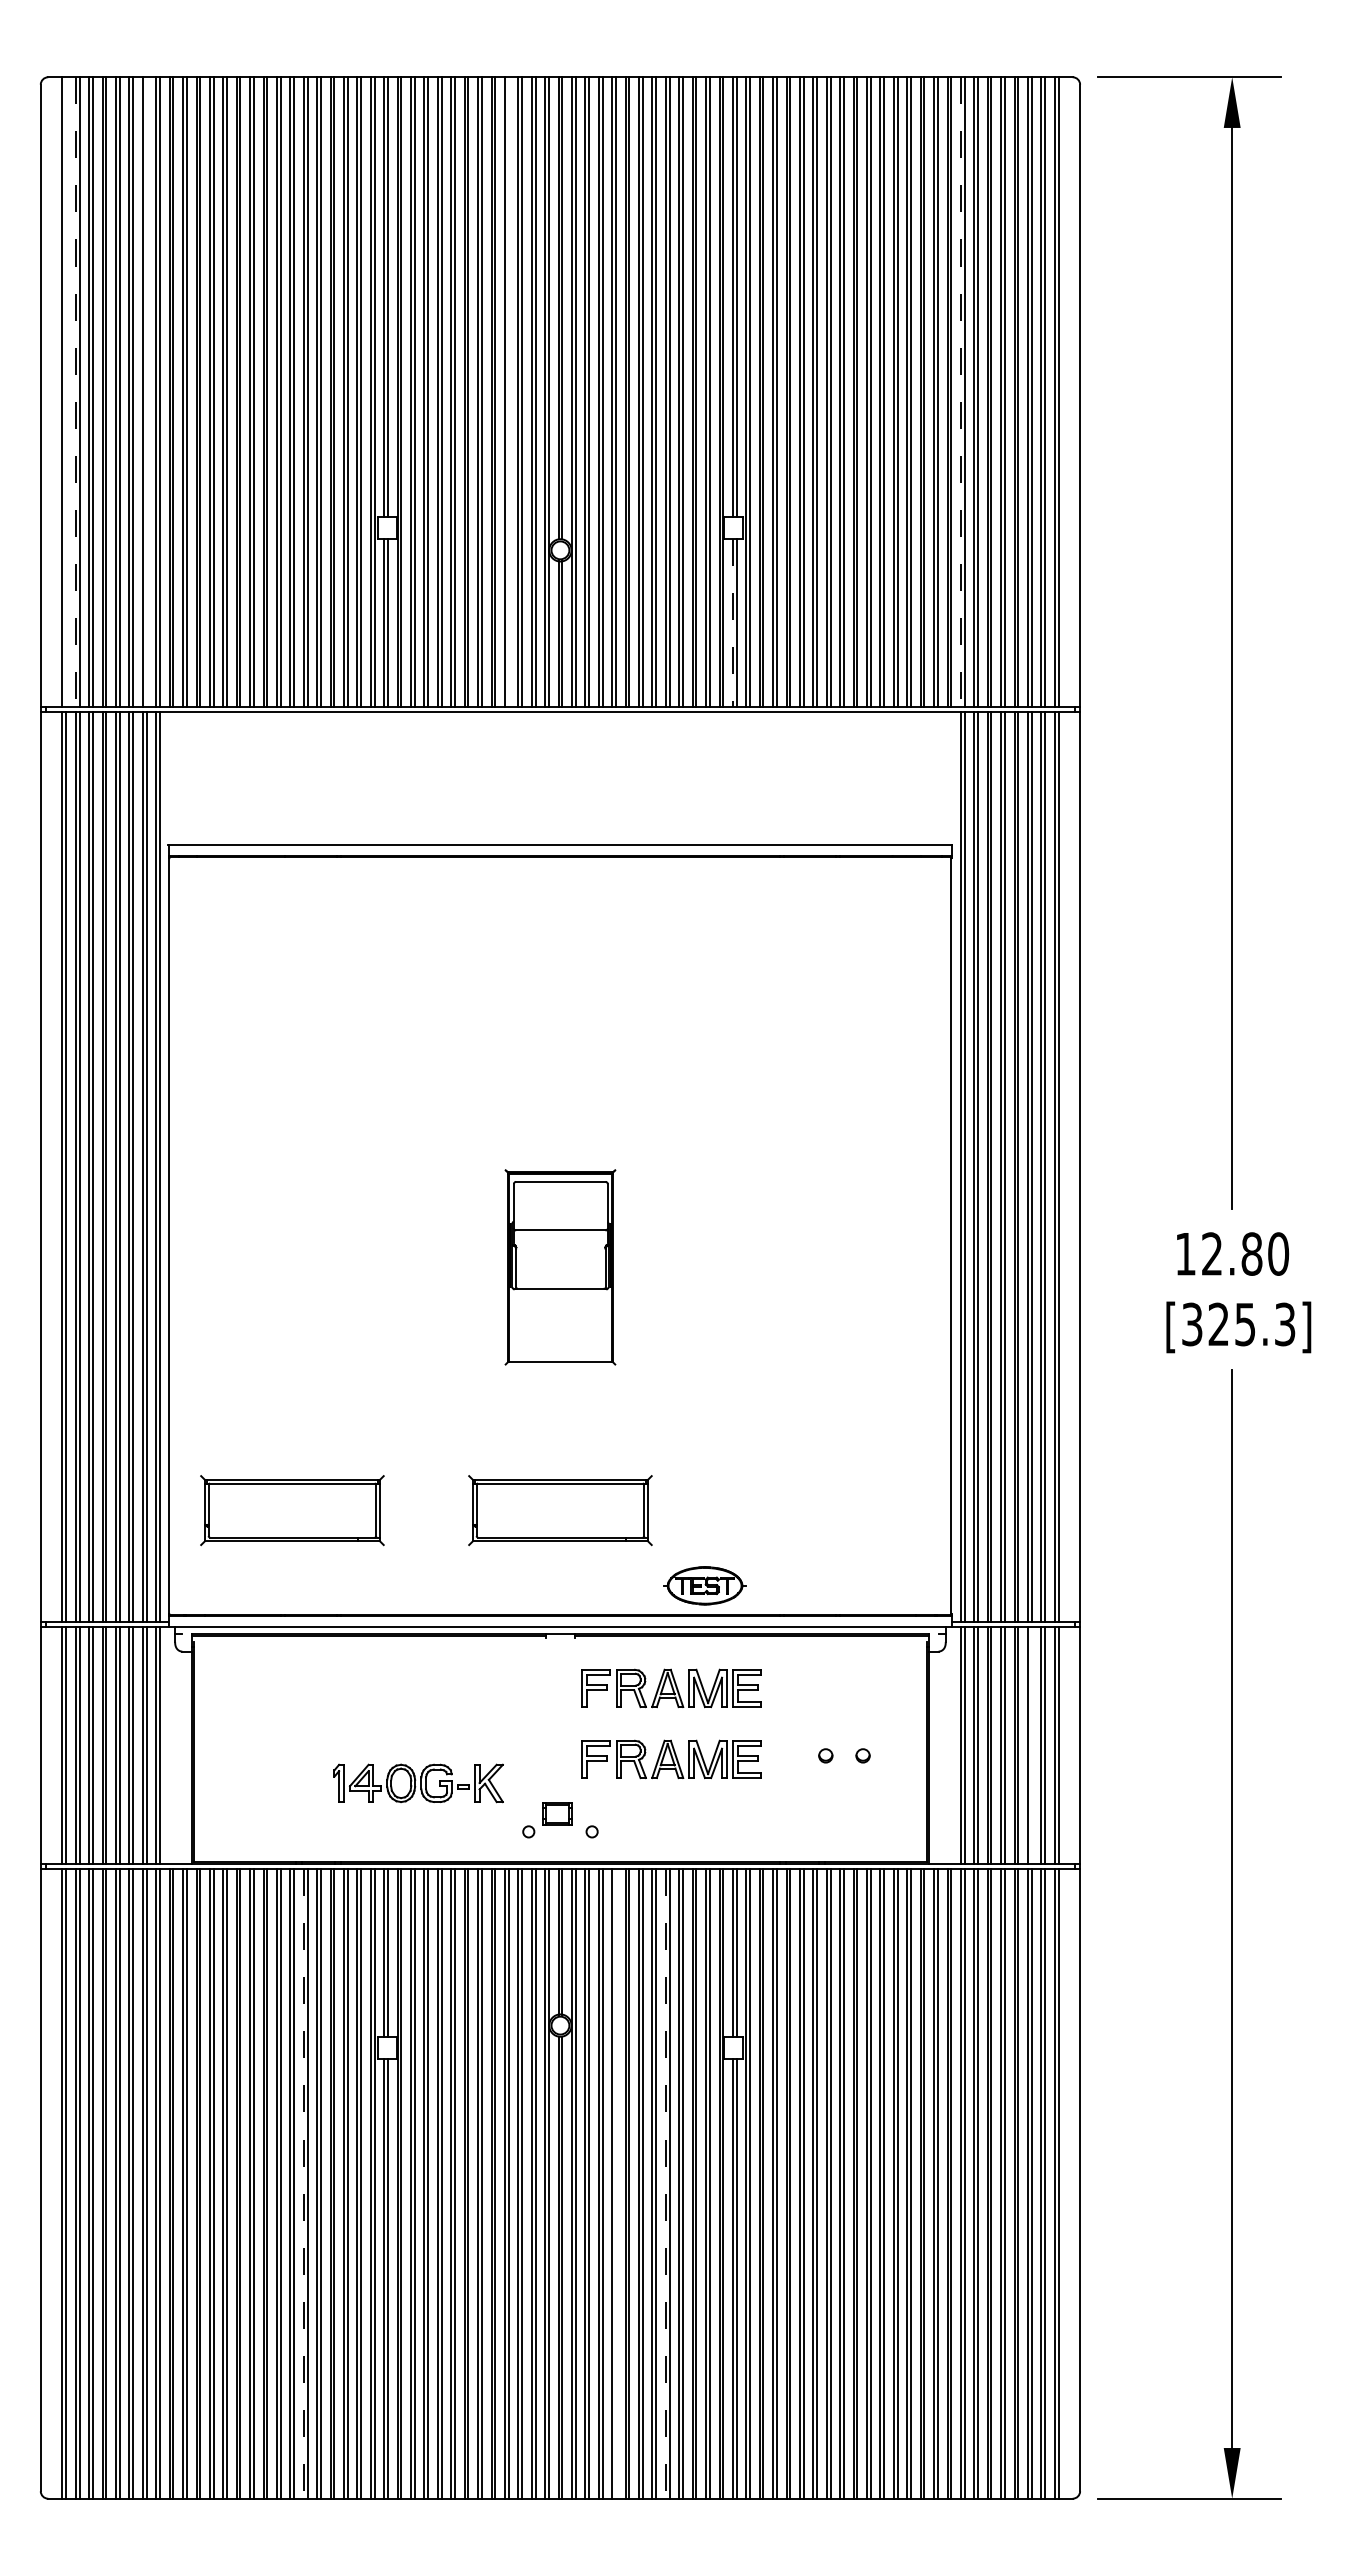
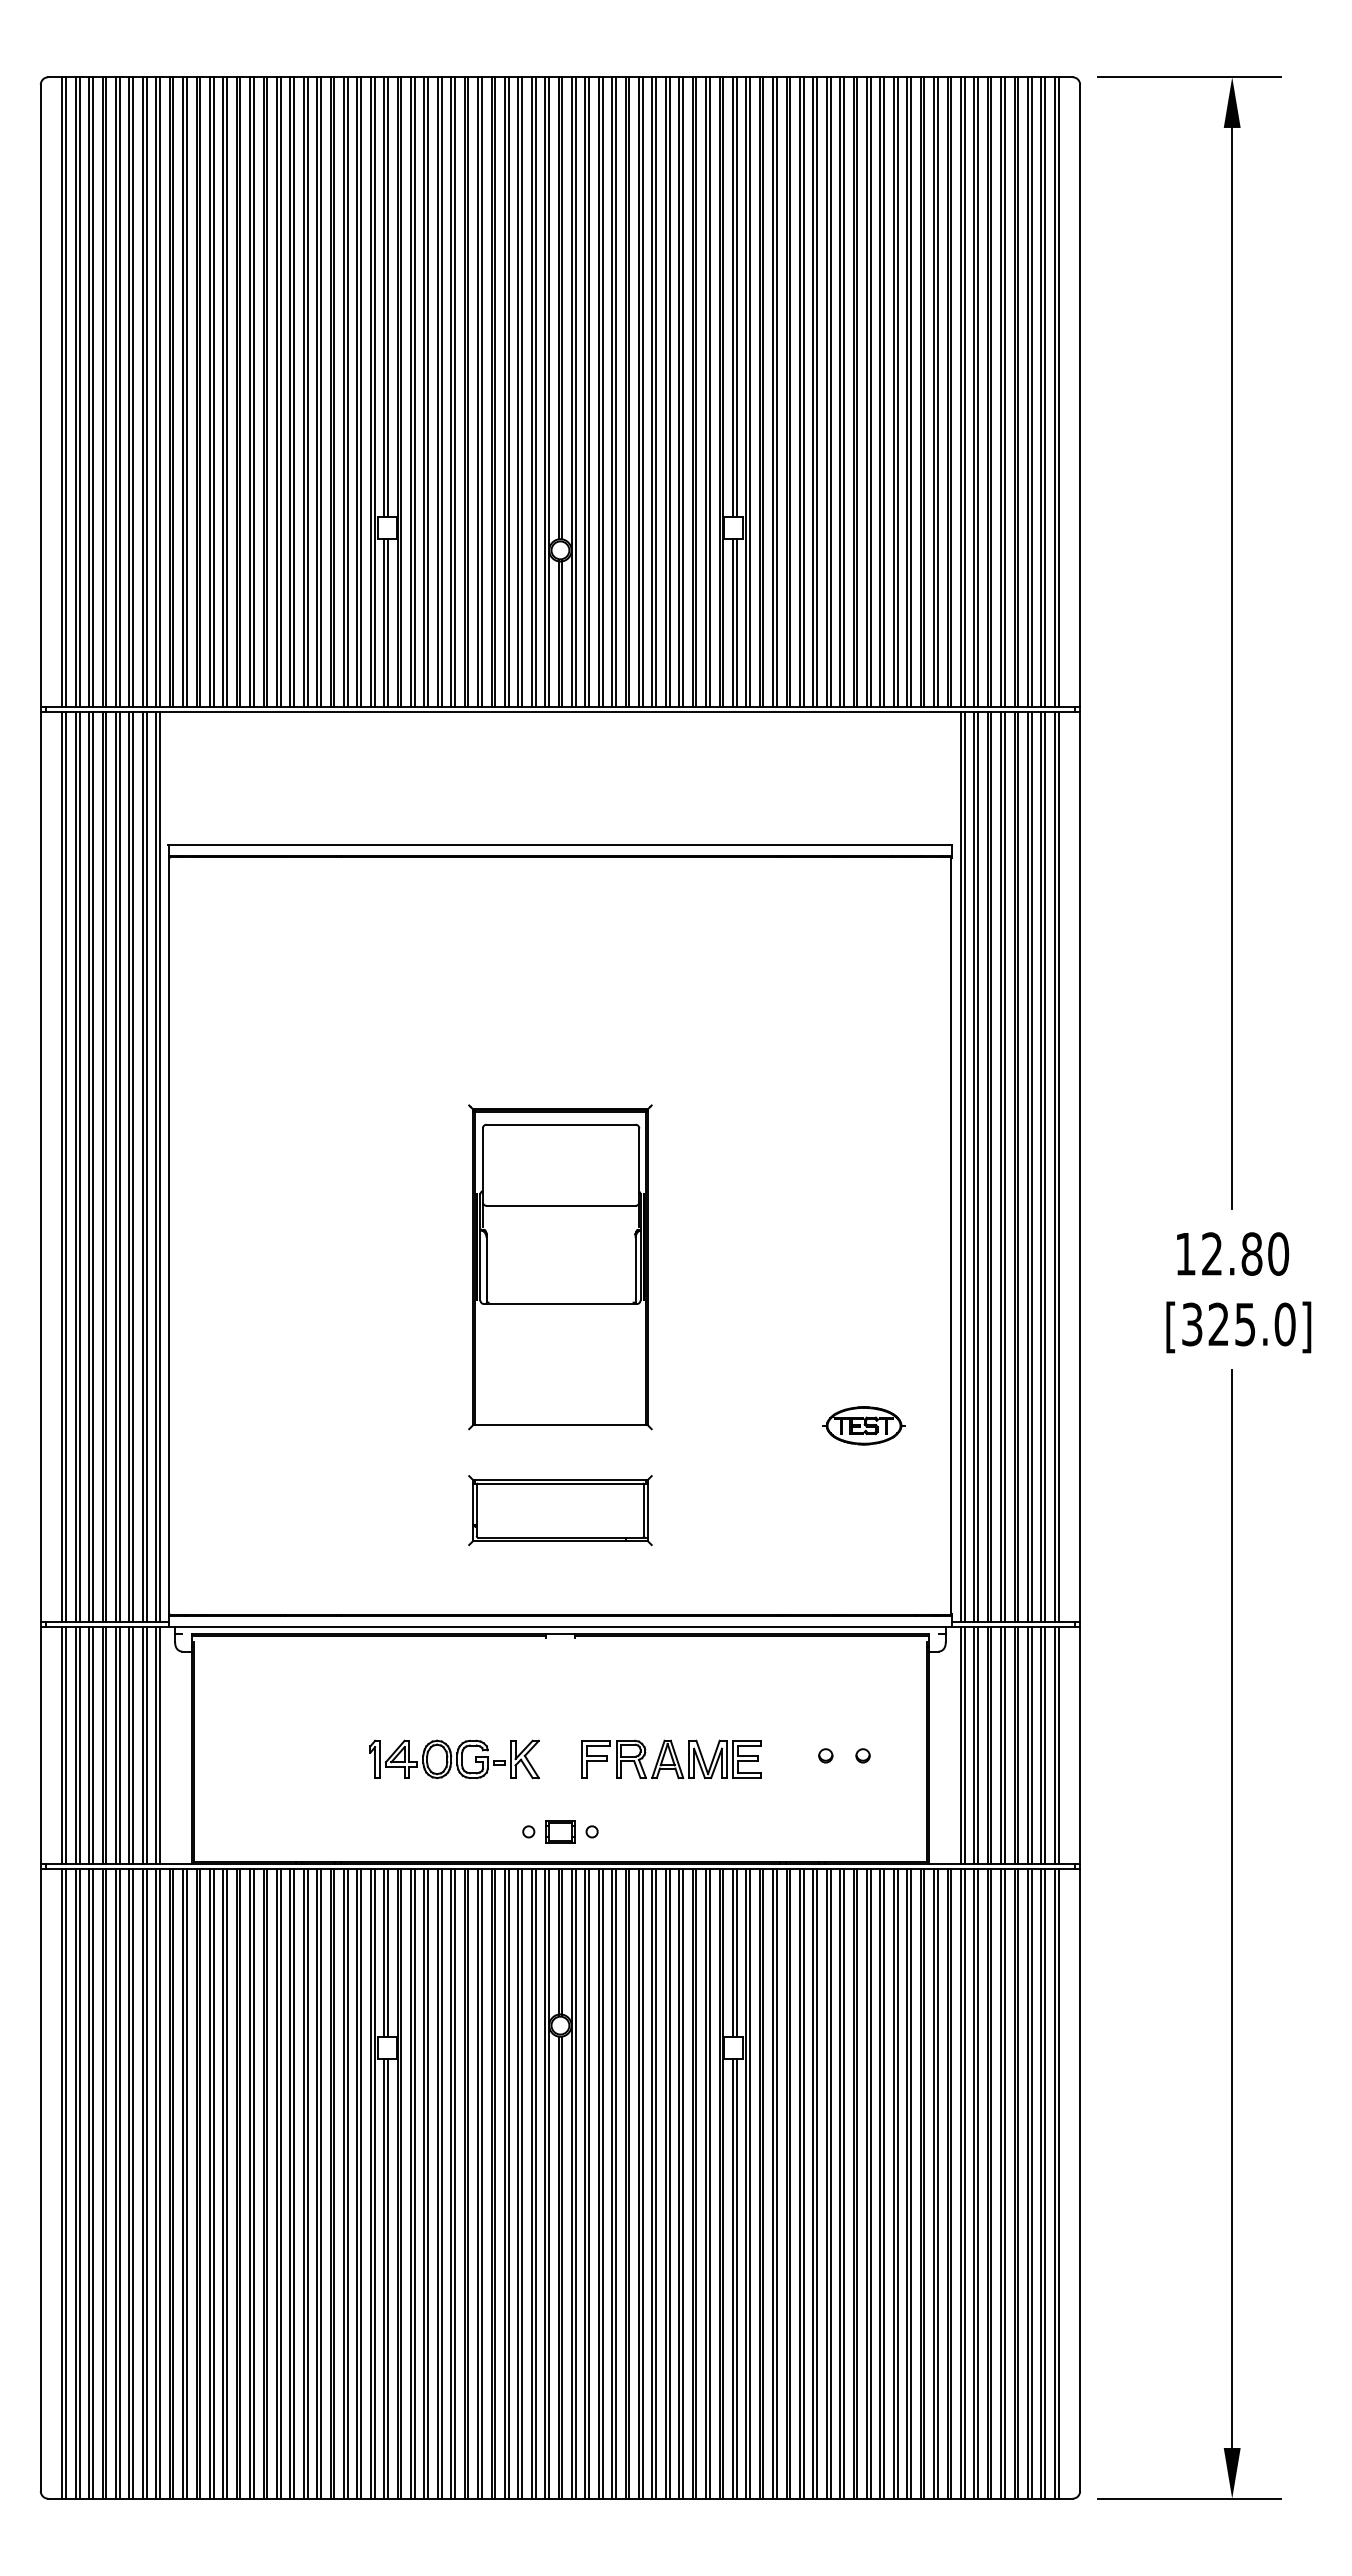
line at (66, 391): none -> present
line at (146, 391): none -> present
line at (508, 391): none -> present
line at (75, 392): dashed -> solid
line at (960, 392): dashed -> solid
line at (732, 623): dashed -> solid
part at (560, 1267) size: 113x197 px -> 185x327 px
text at (1284, 1324): [325.3] -> [325.0]
part at (292, 1510): present -> none
part at (704, 1585) position: (704, 1585) -> (863, 1425)
part at (671, 1688): present -> none
line at (1031, 1745): none -> present
part at (418, 1783) position: (418, 1783) -> (454, 1759)
part at (557, 1813) position: (557, 1813) -> (560, 1831)
line at (303, 2183): dashed -> solid
line at (615, 2183): none -> present
line at (665, 2183): dashed -> solid
